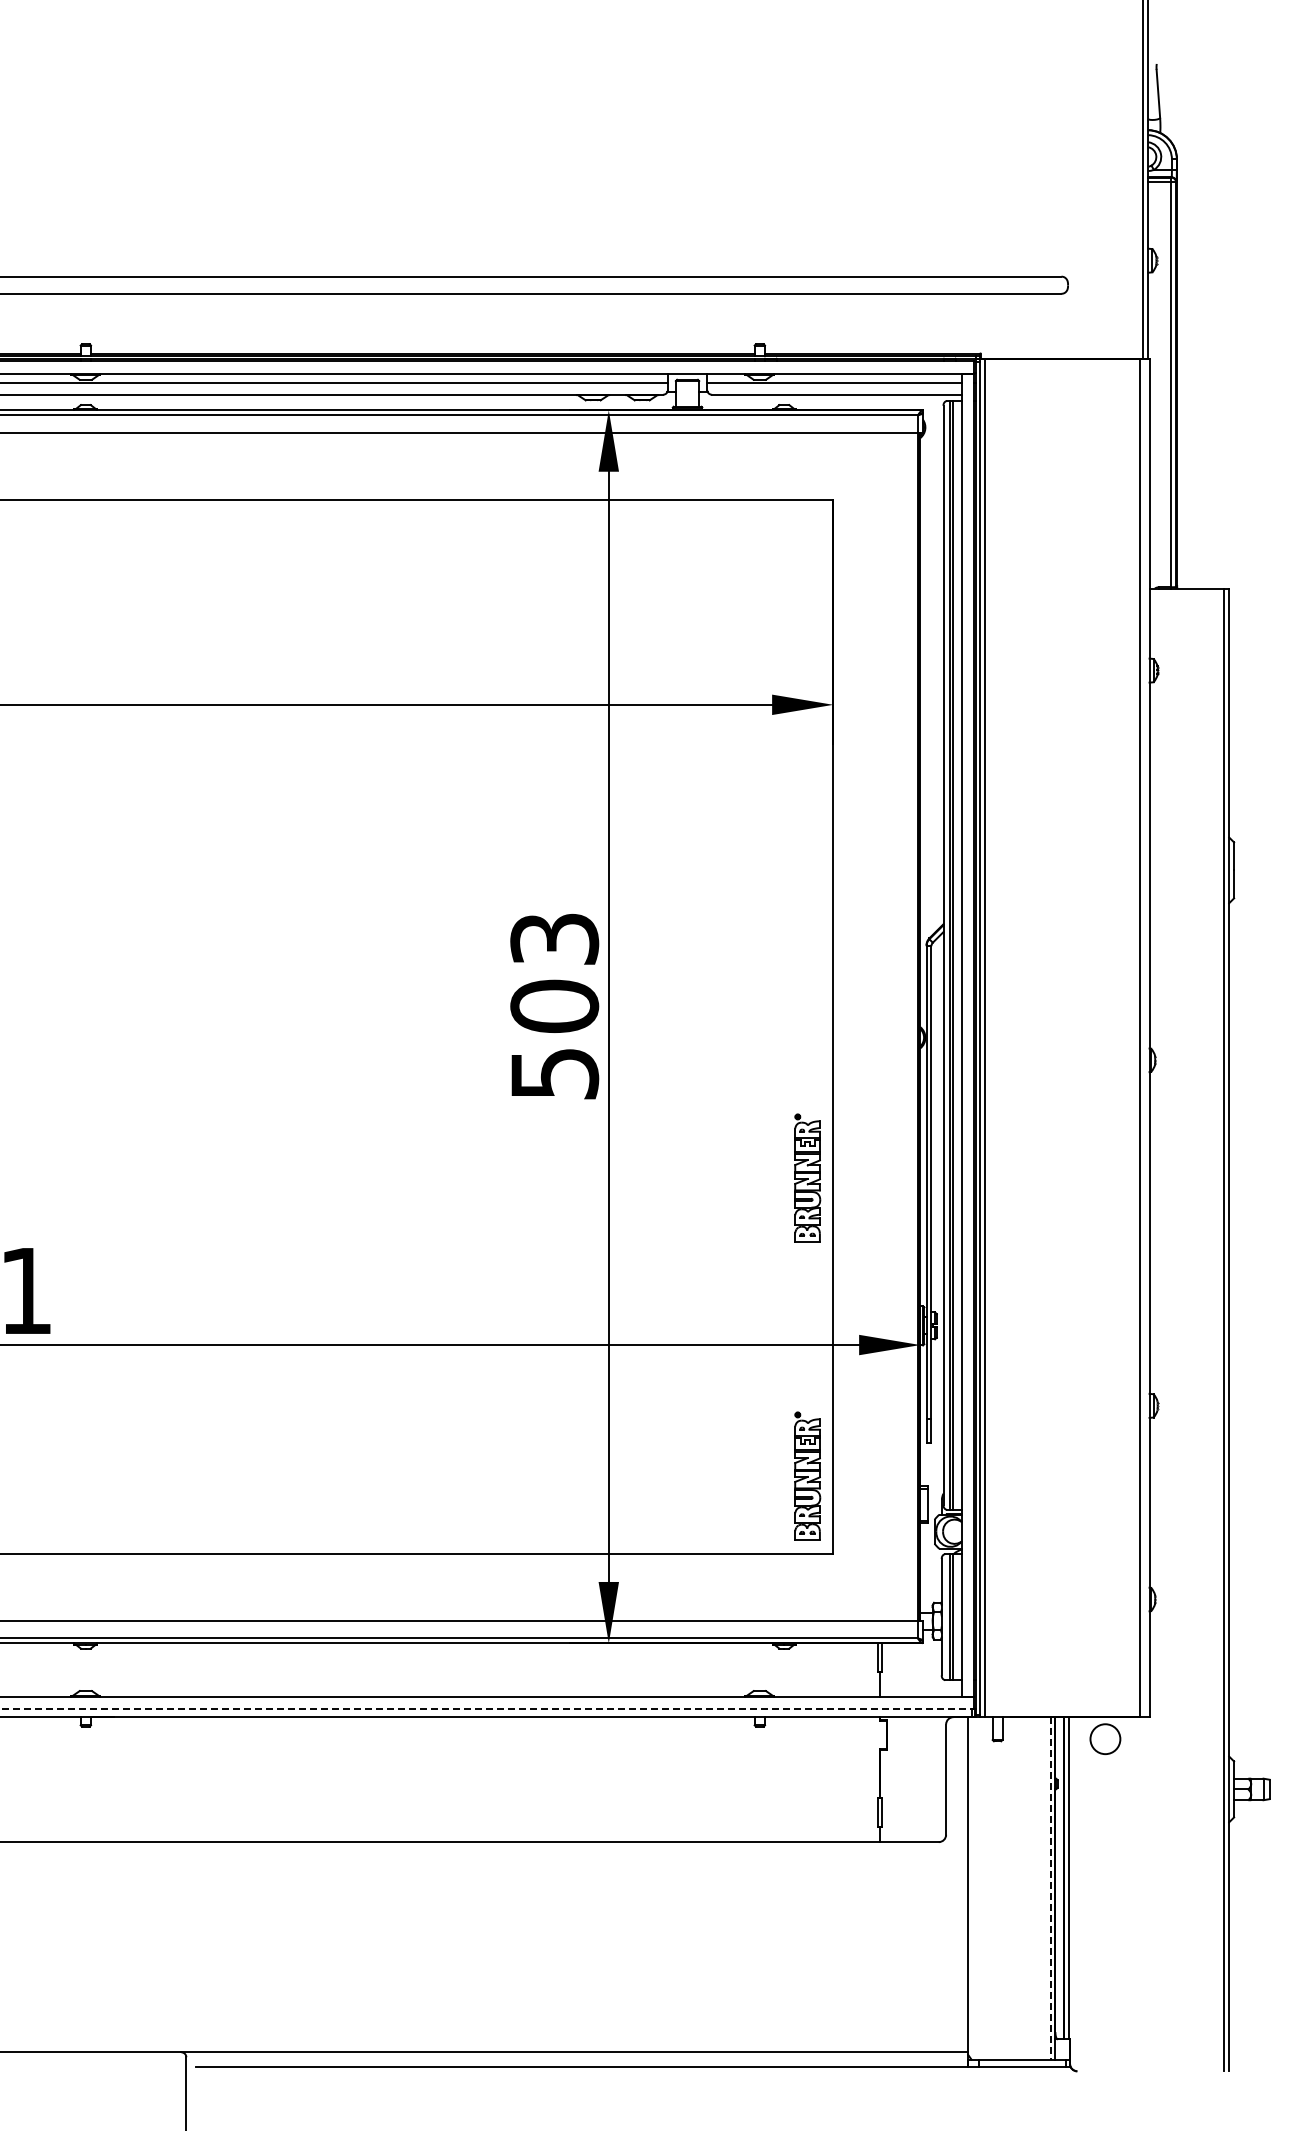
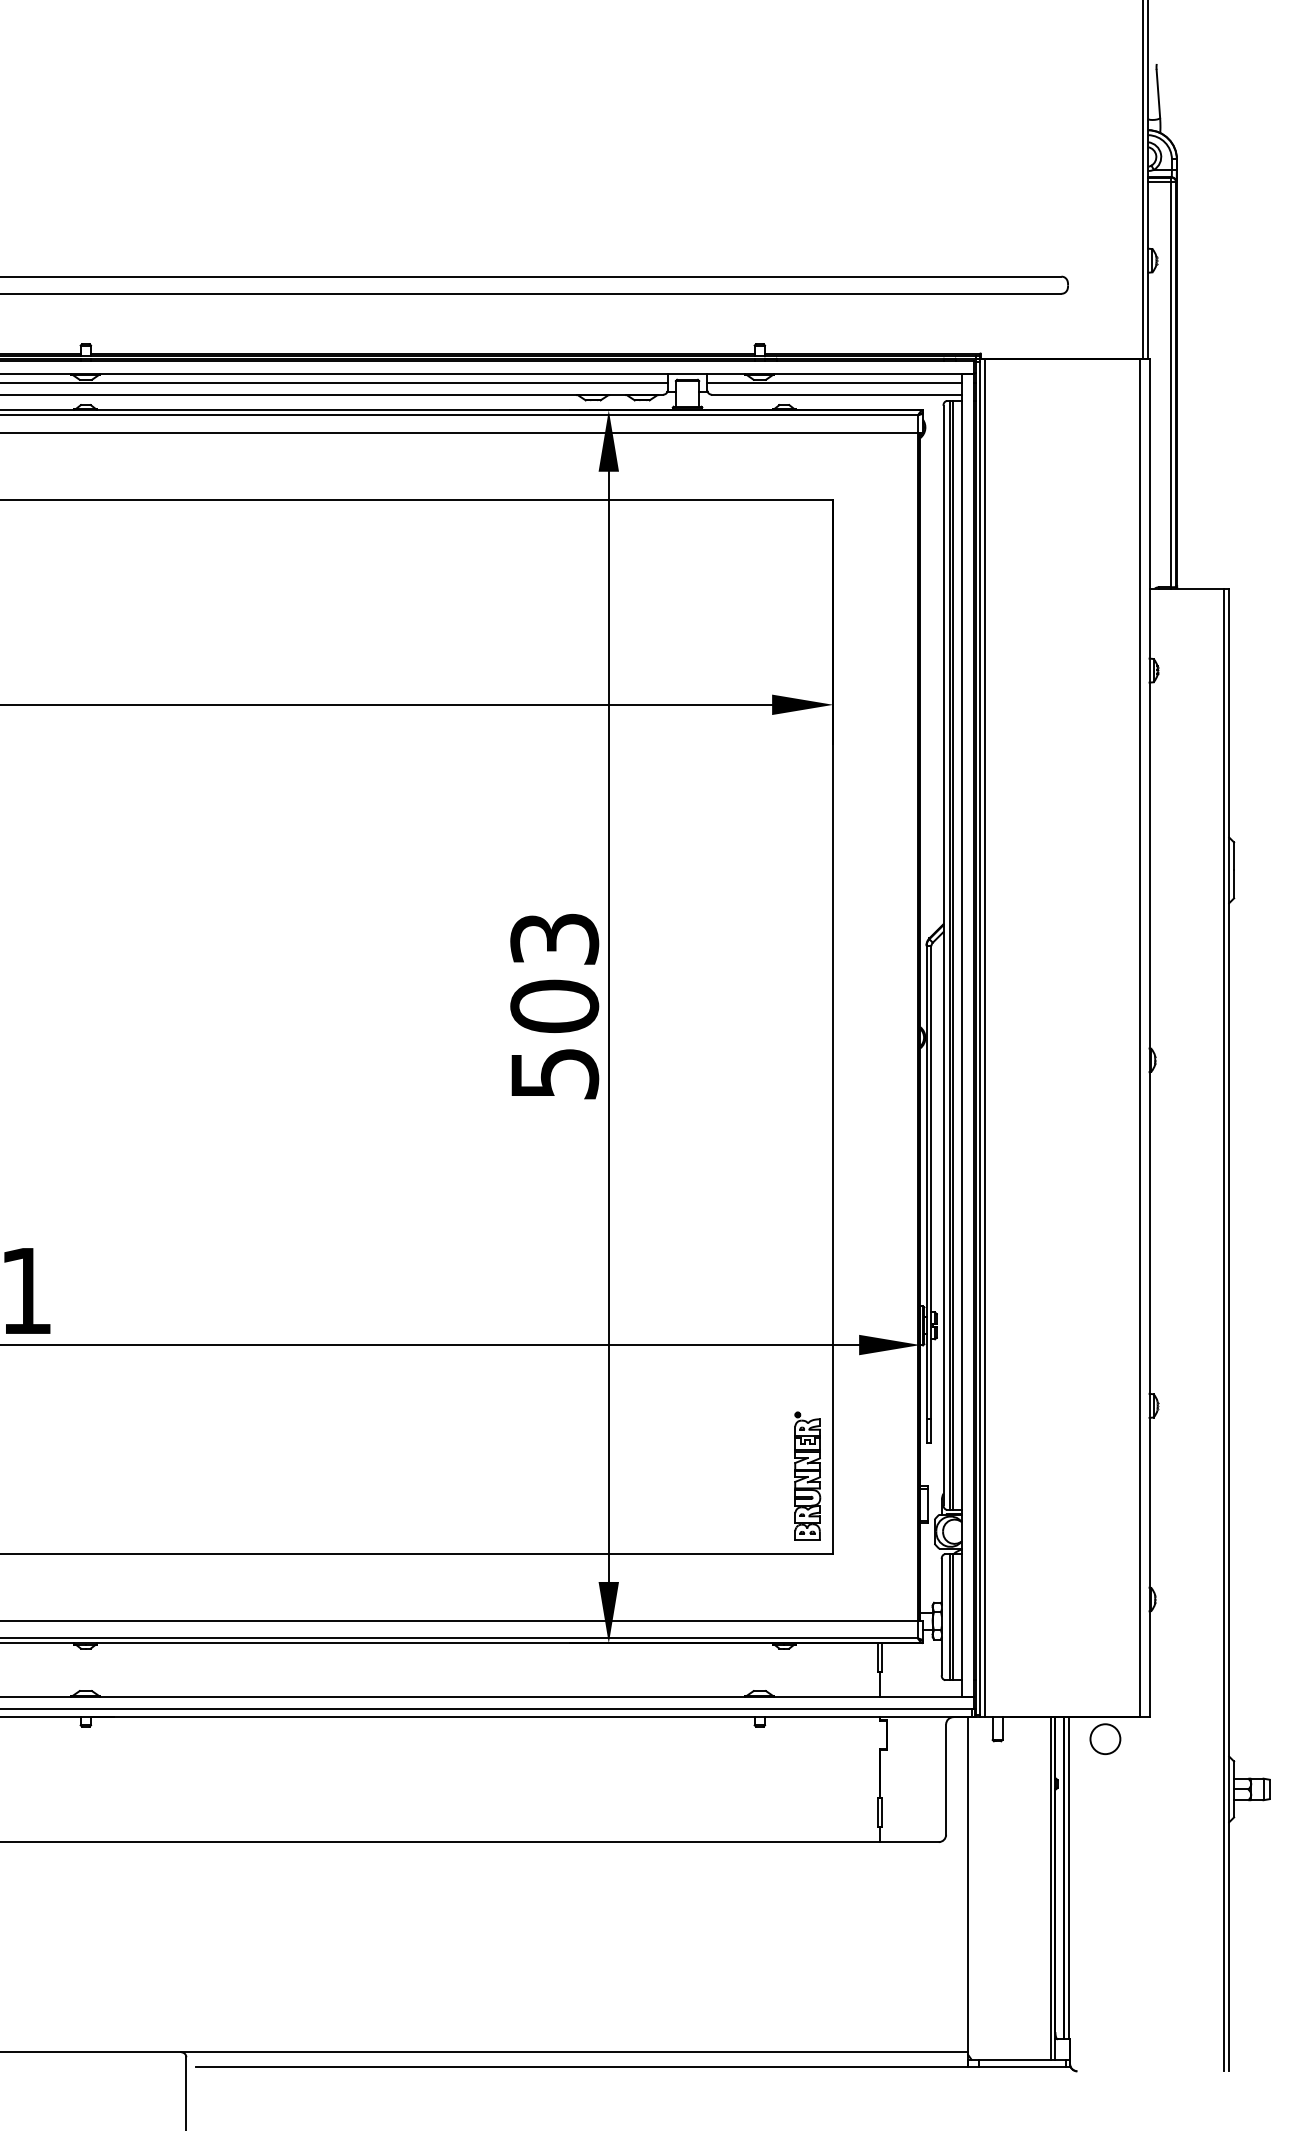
part at (807, 1177): present -> none
line at (487, 1709): dashed -> solid
line at (1050, 1888): dashed -> solid
